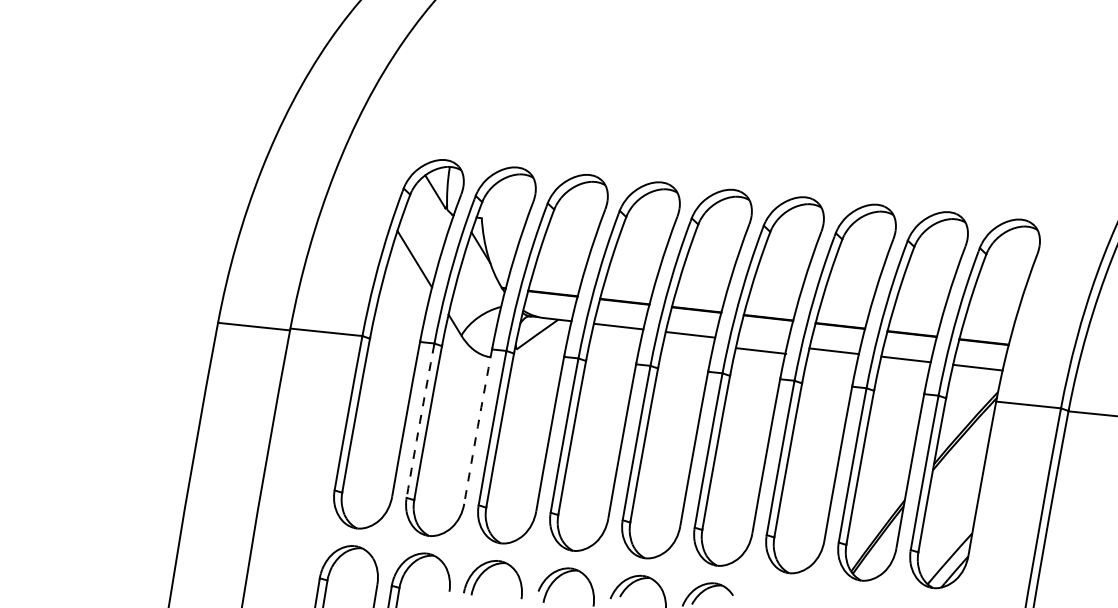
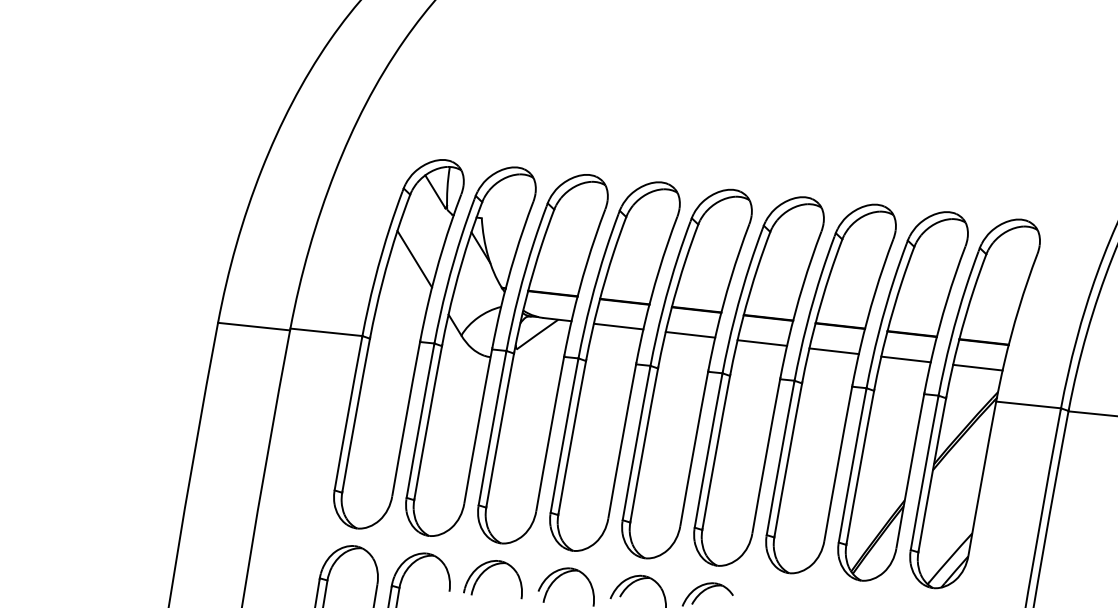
line at (761, 350) position: (761, 350) -> (762, 342)
arc at (420, 421): dashed -> solid
arc at (477, 426): dashed -> solid
